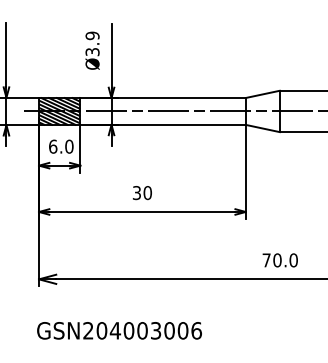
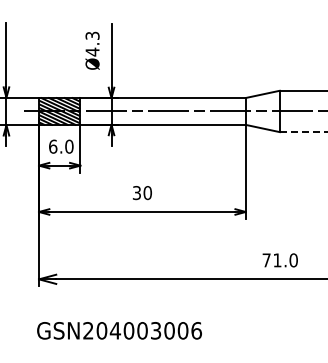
text at (92, 43): Ø3.9 -> Ø4.3
line at (303, 132): solid -> dashed
text at (277, 260): 70.0 -> 71.0
